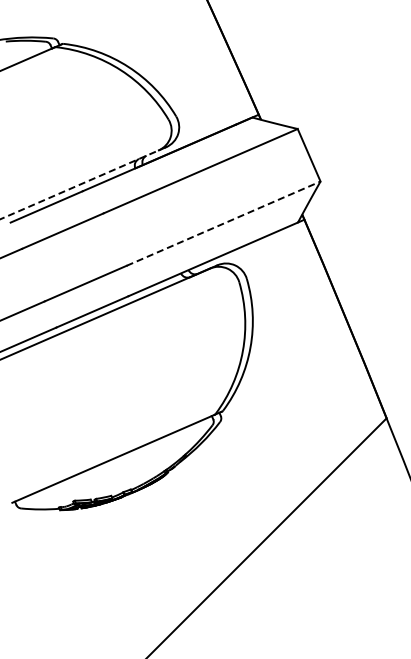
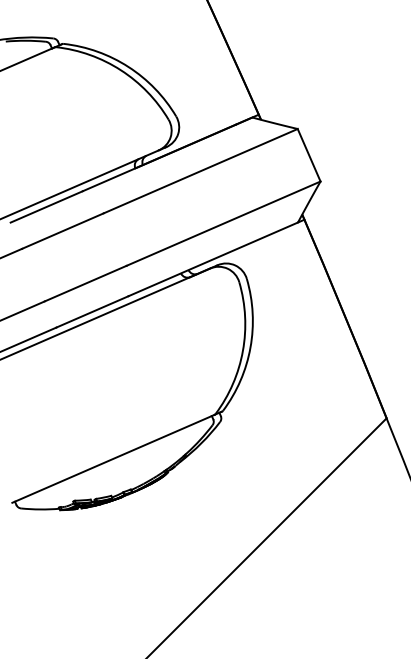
line at (80, 184): dashed -> solid
line at (223, 223): dashed -> solid
